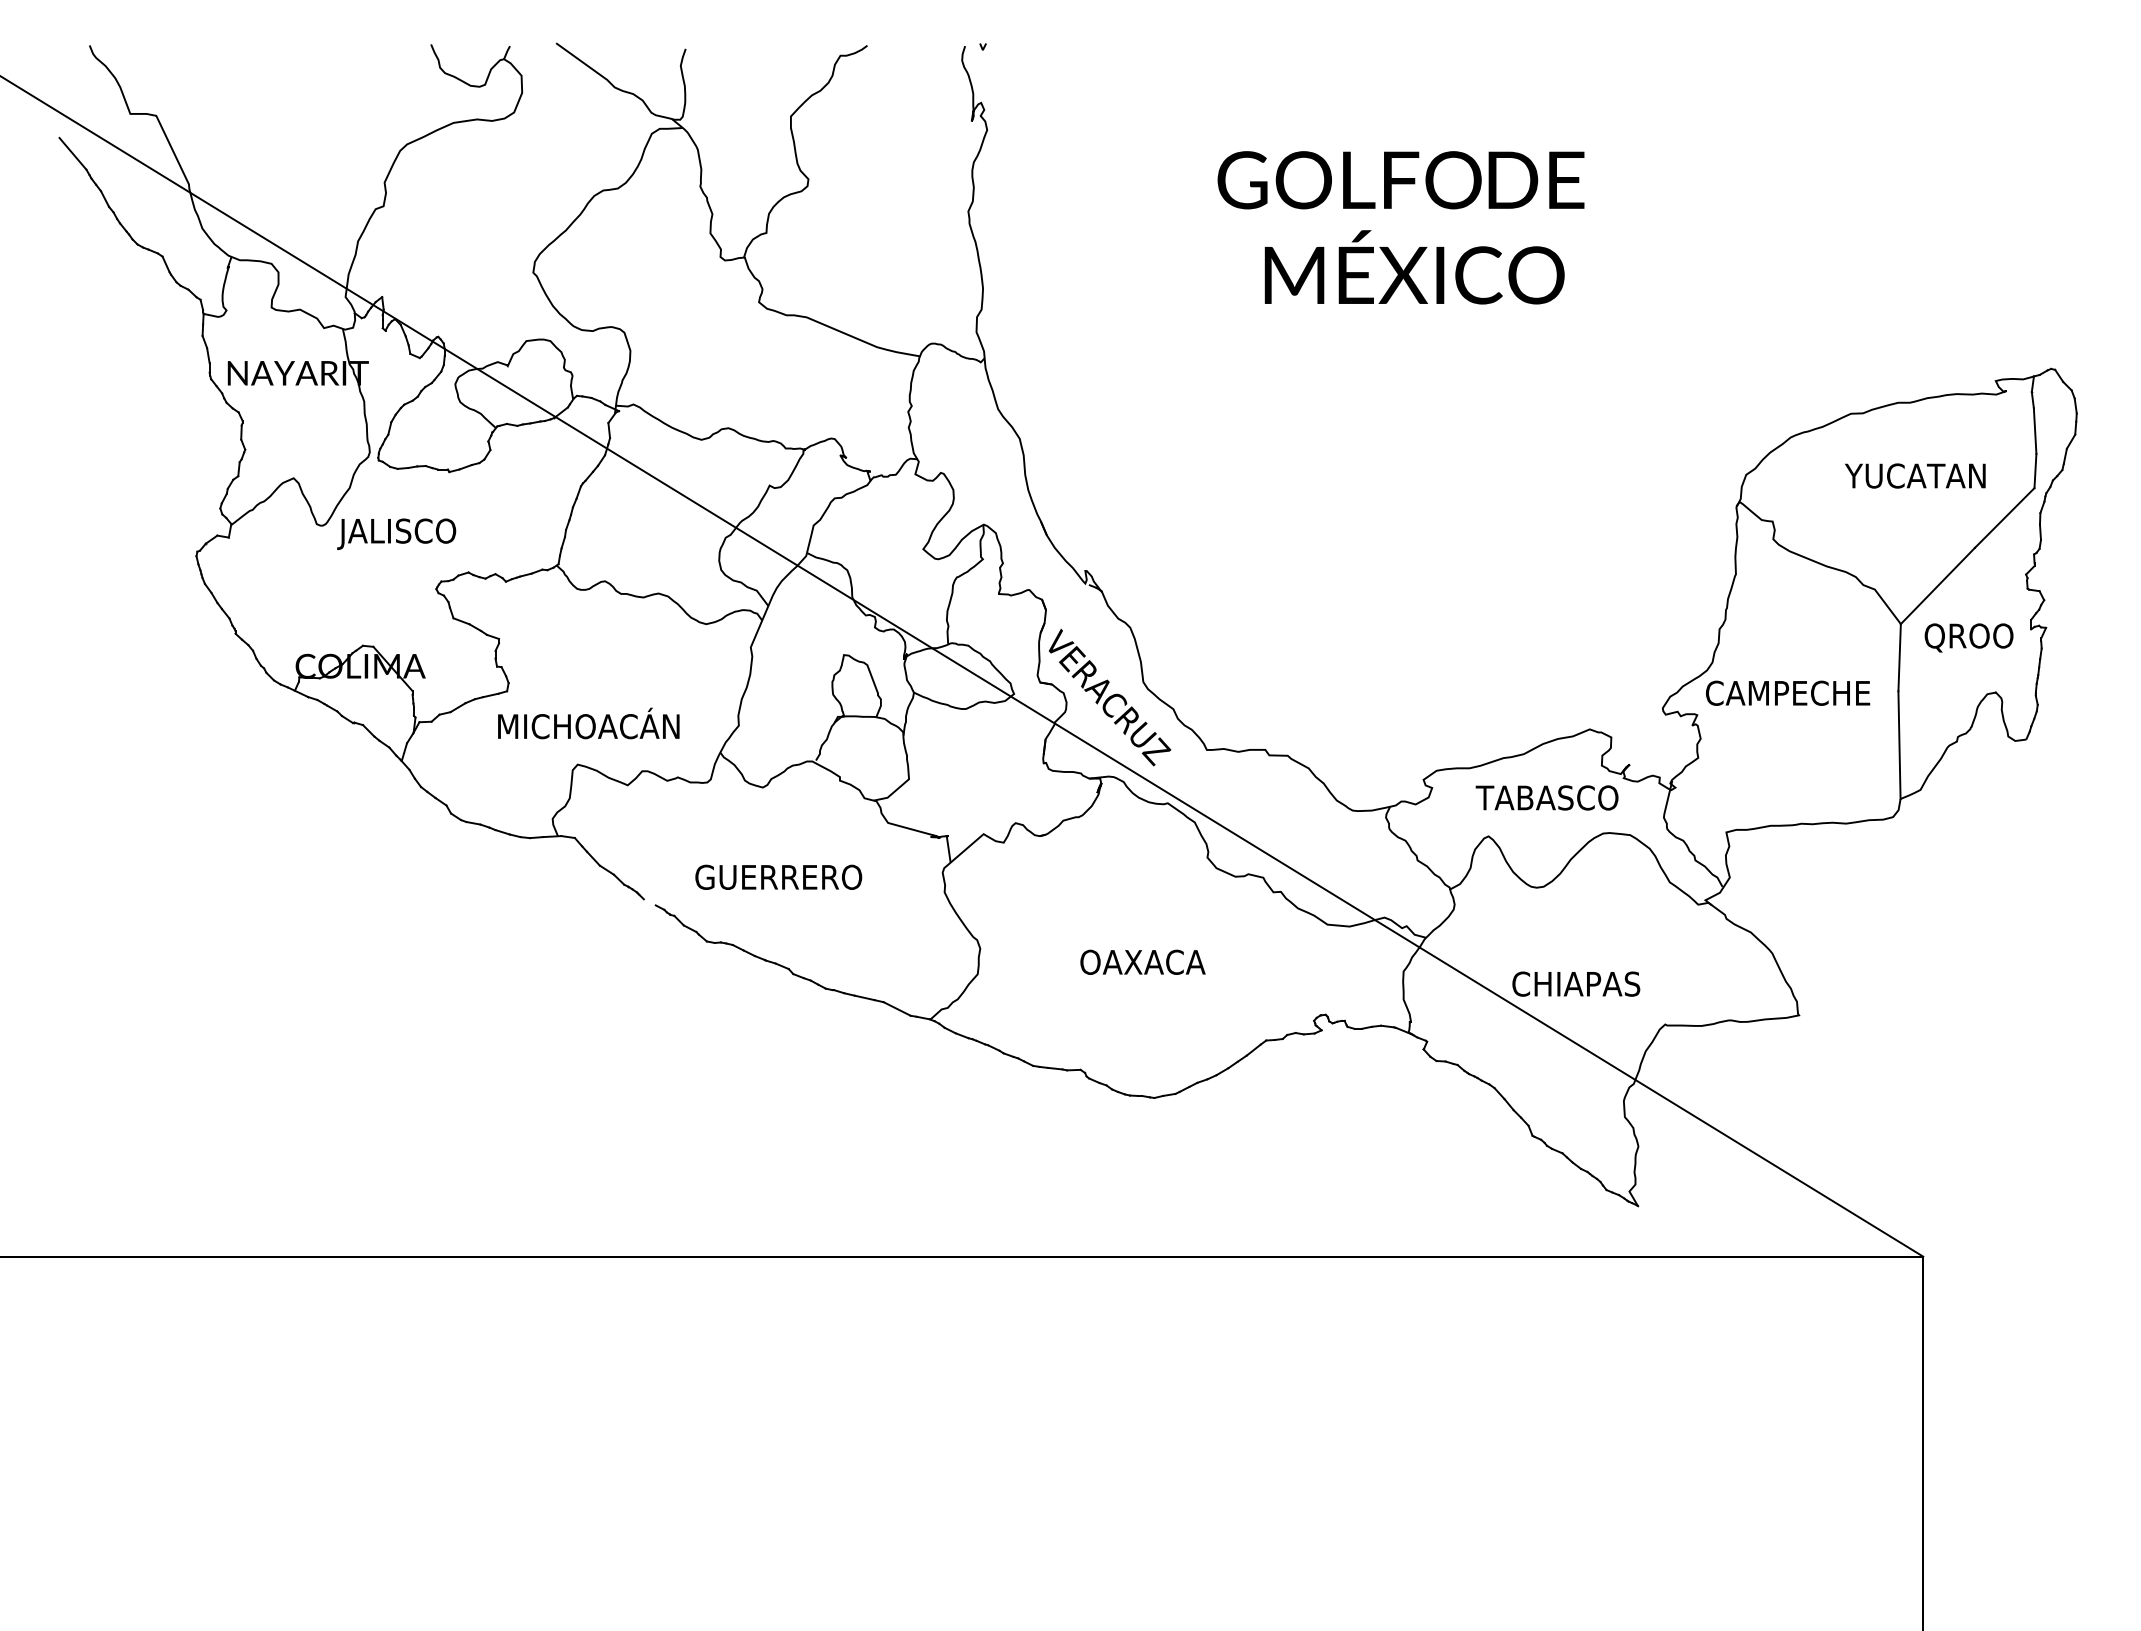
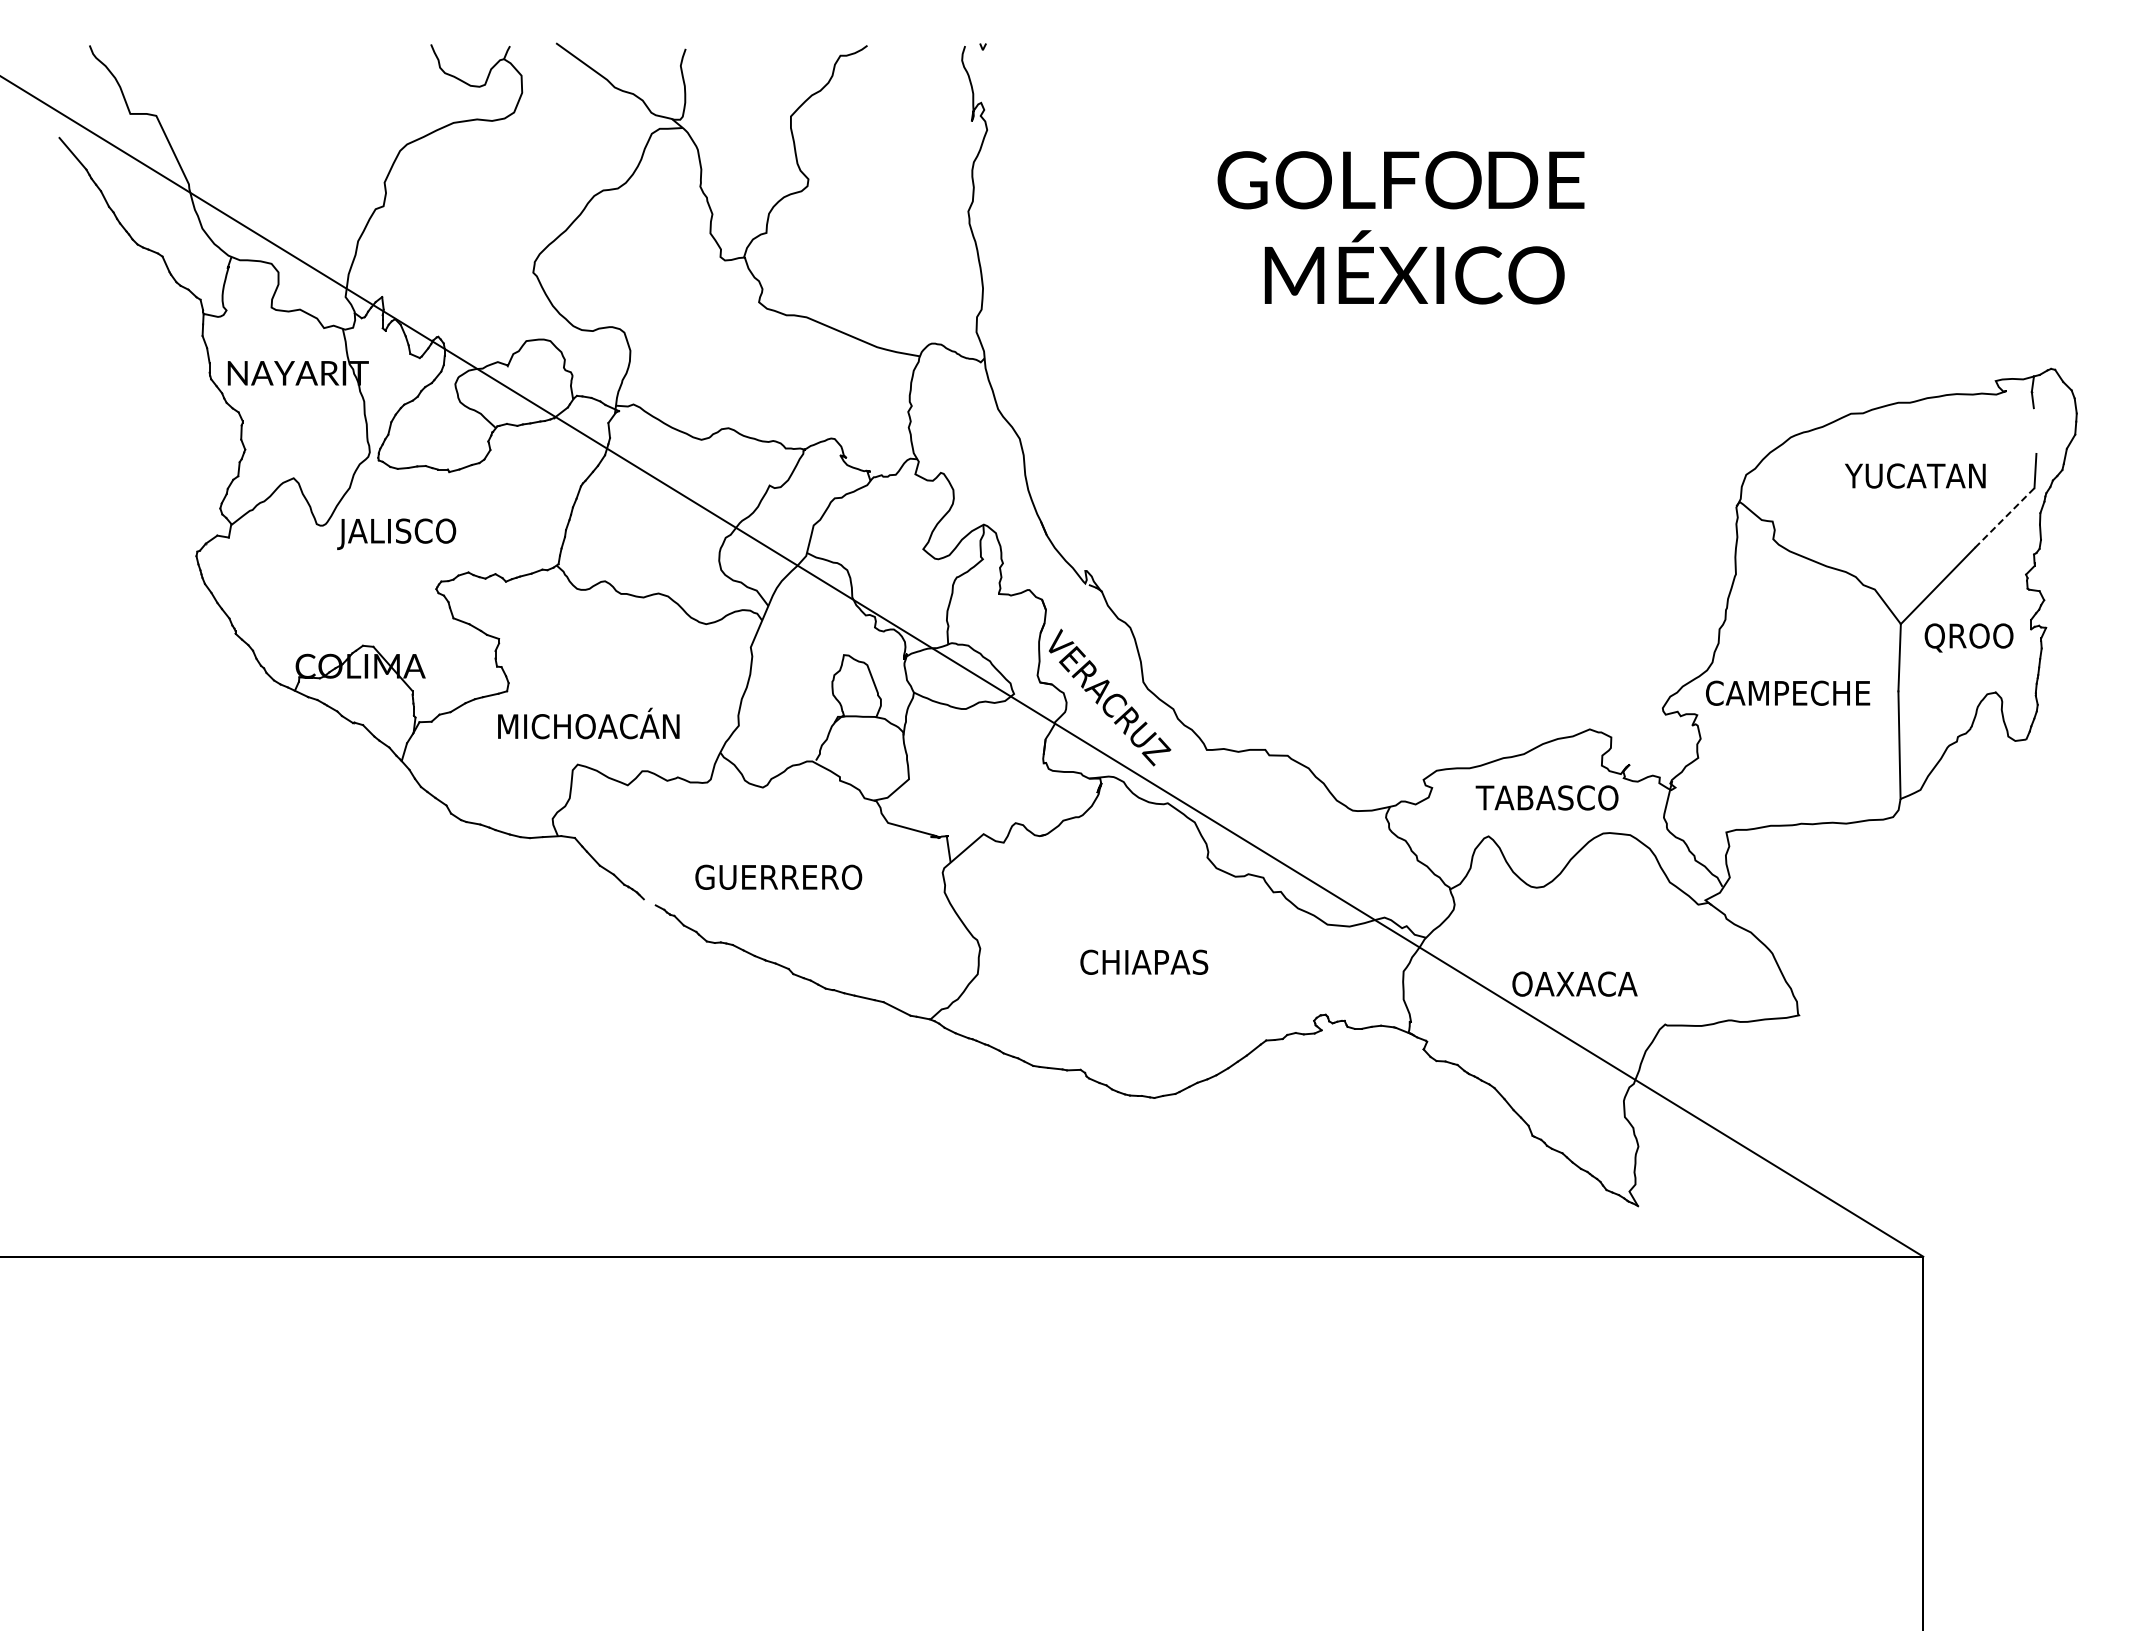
line at (2034, 430): present -> none
line at (2005, 517): solid -> dashed
text at (1147, 961): OAXACA -> CHIAPAS
text at (1579, 983): CHIAPAS -> OAXACA
